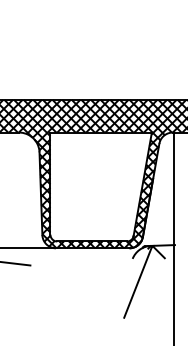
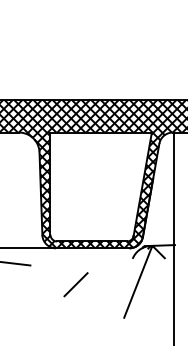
hatch at (75, 284): none -> present
